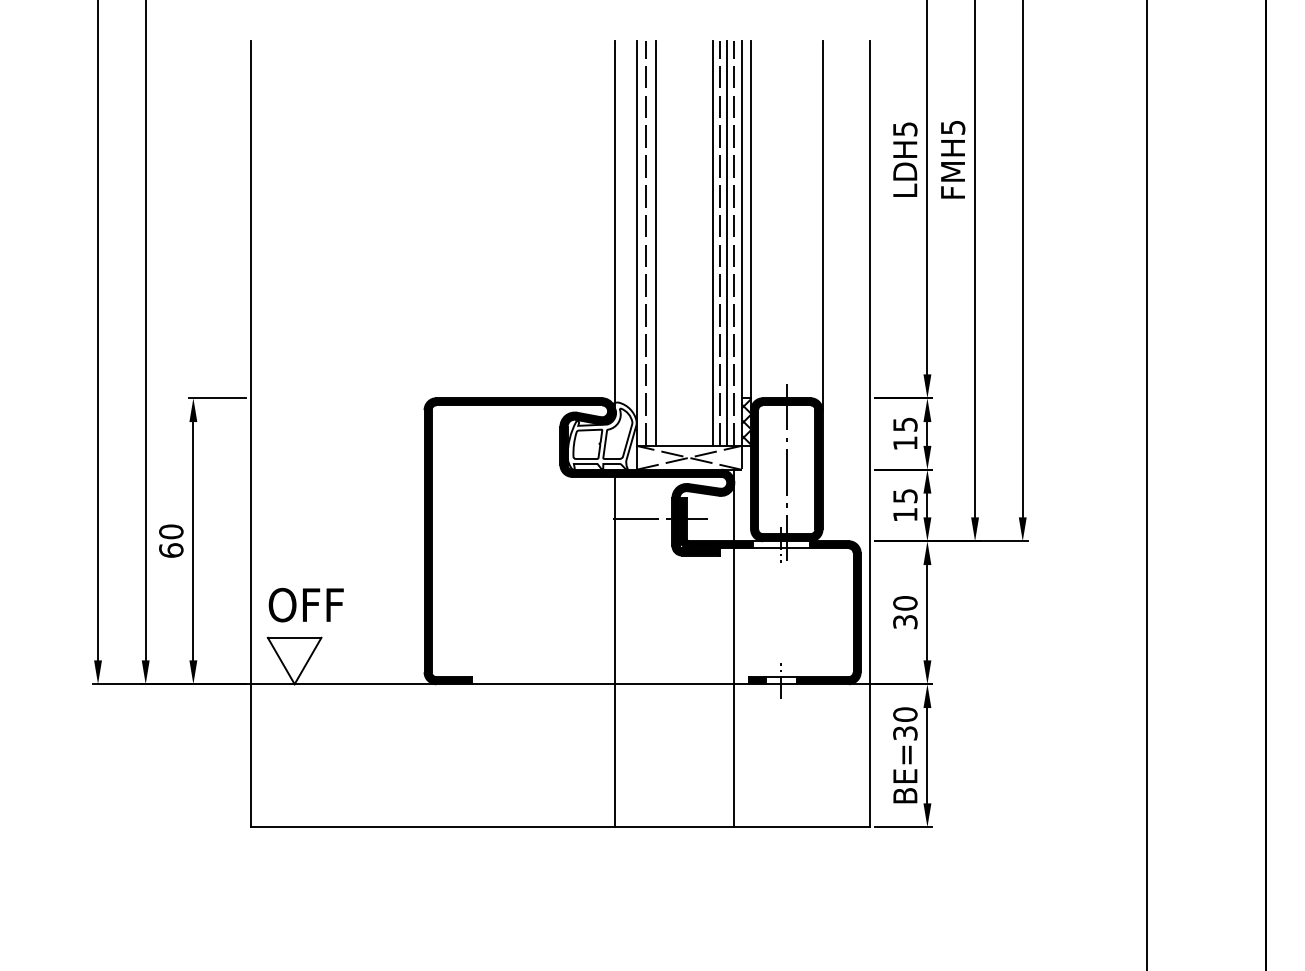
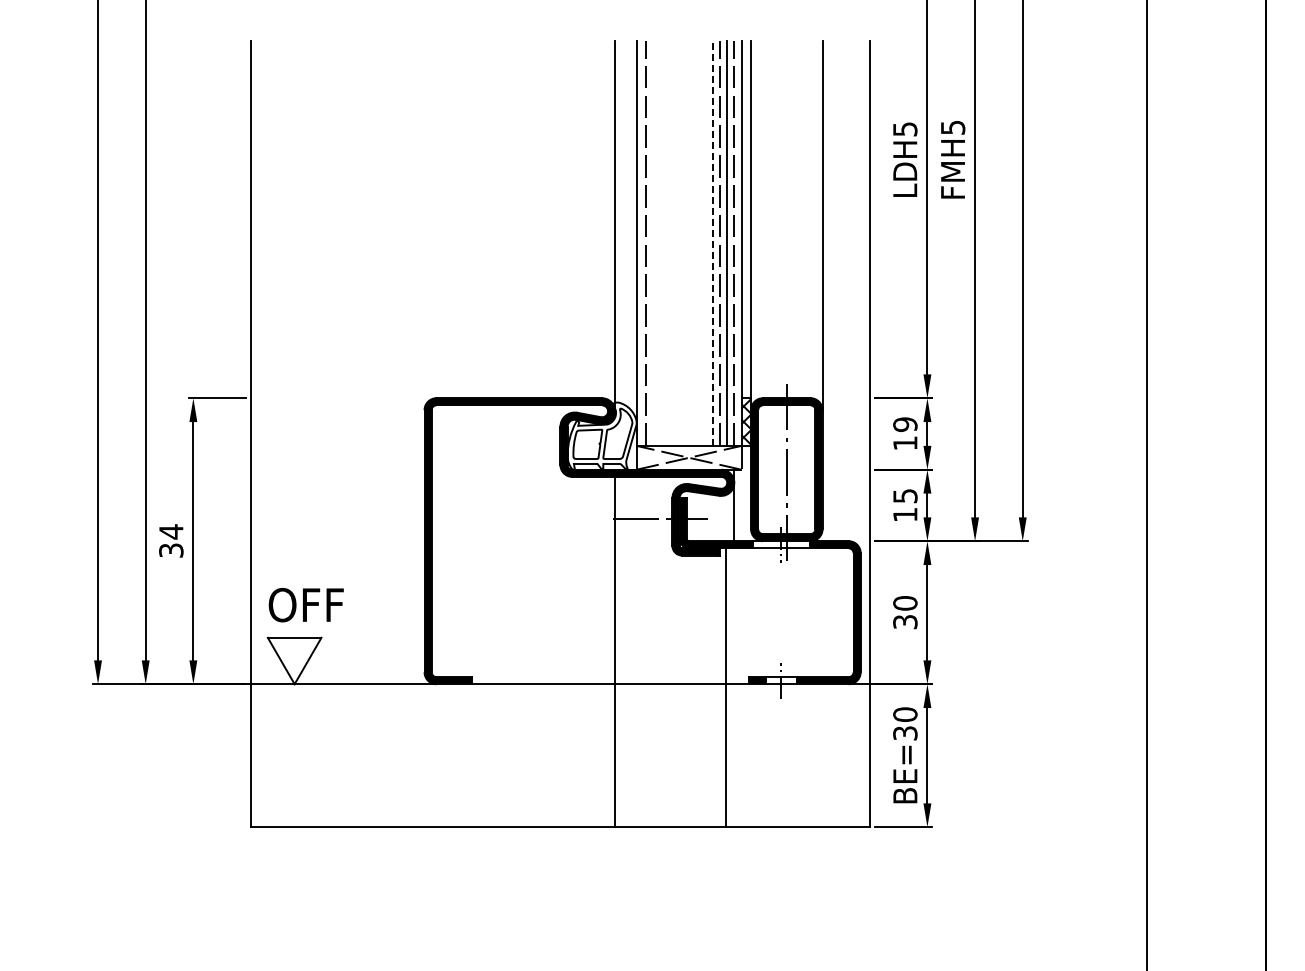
line at (655, 242): present -> none
line at (712, 243): solid -> dashed
text at (905, 424): 15 -> 19
text at (171, 540): 60 -> 34
line at (734, 687) position: (734, 687) -> (726, 687)
